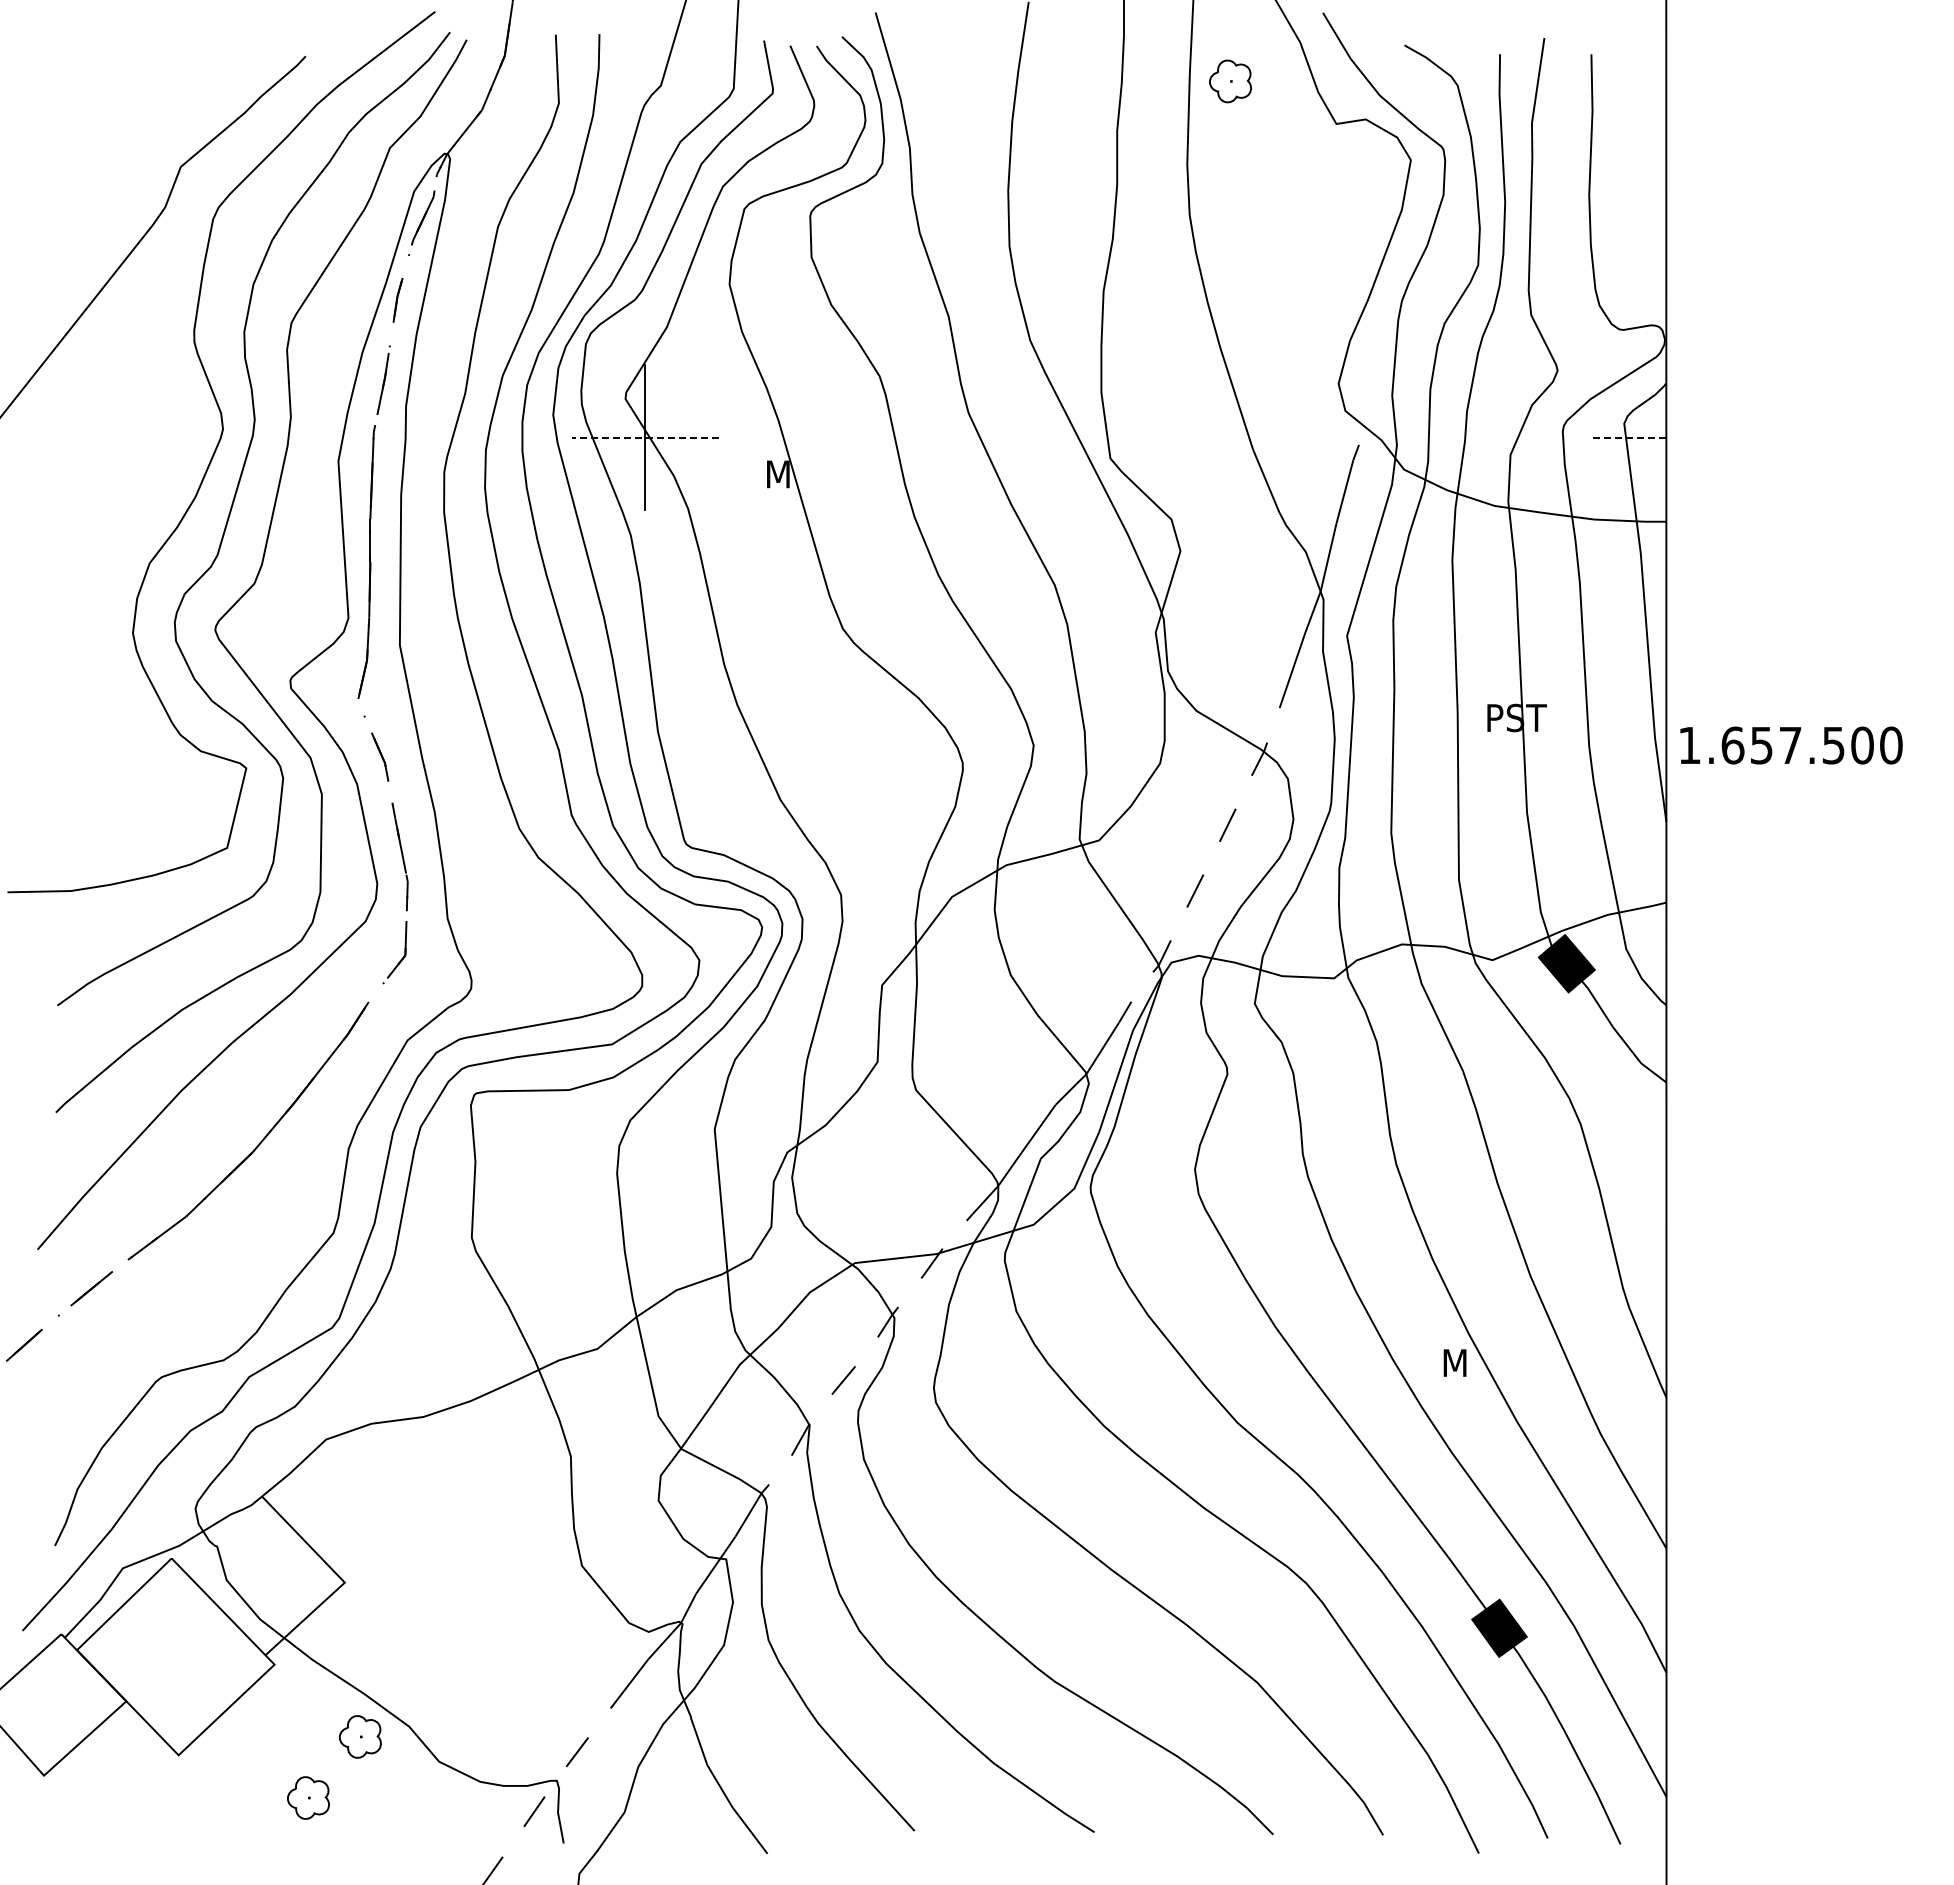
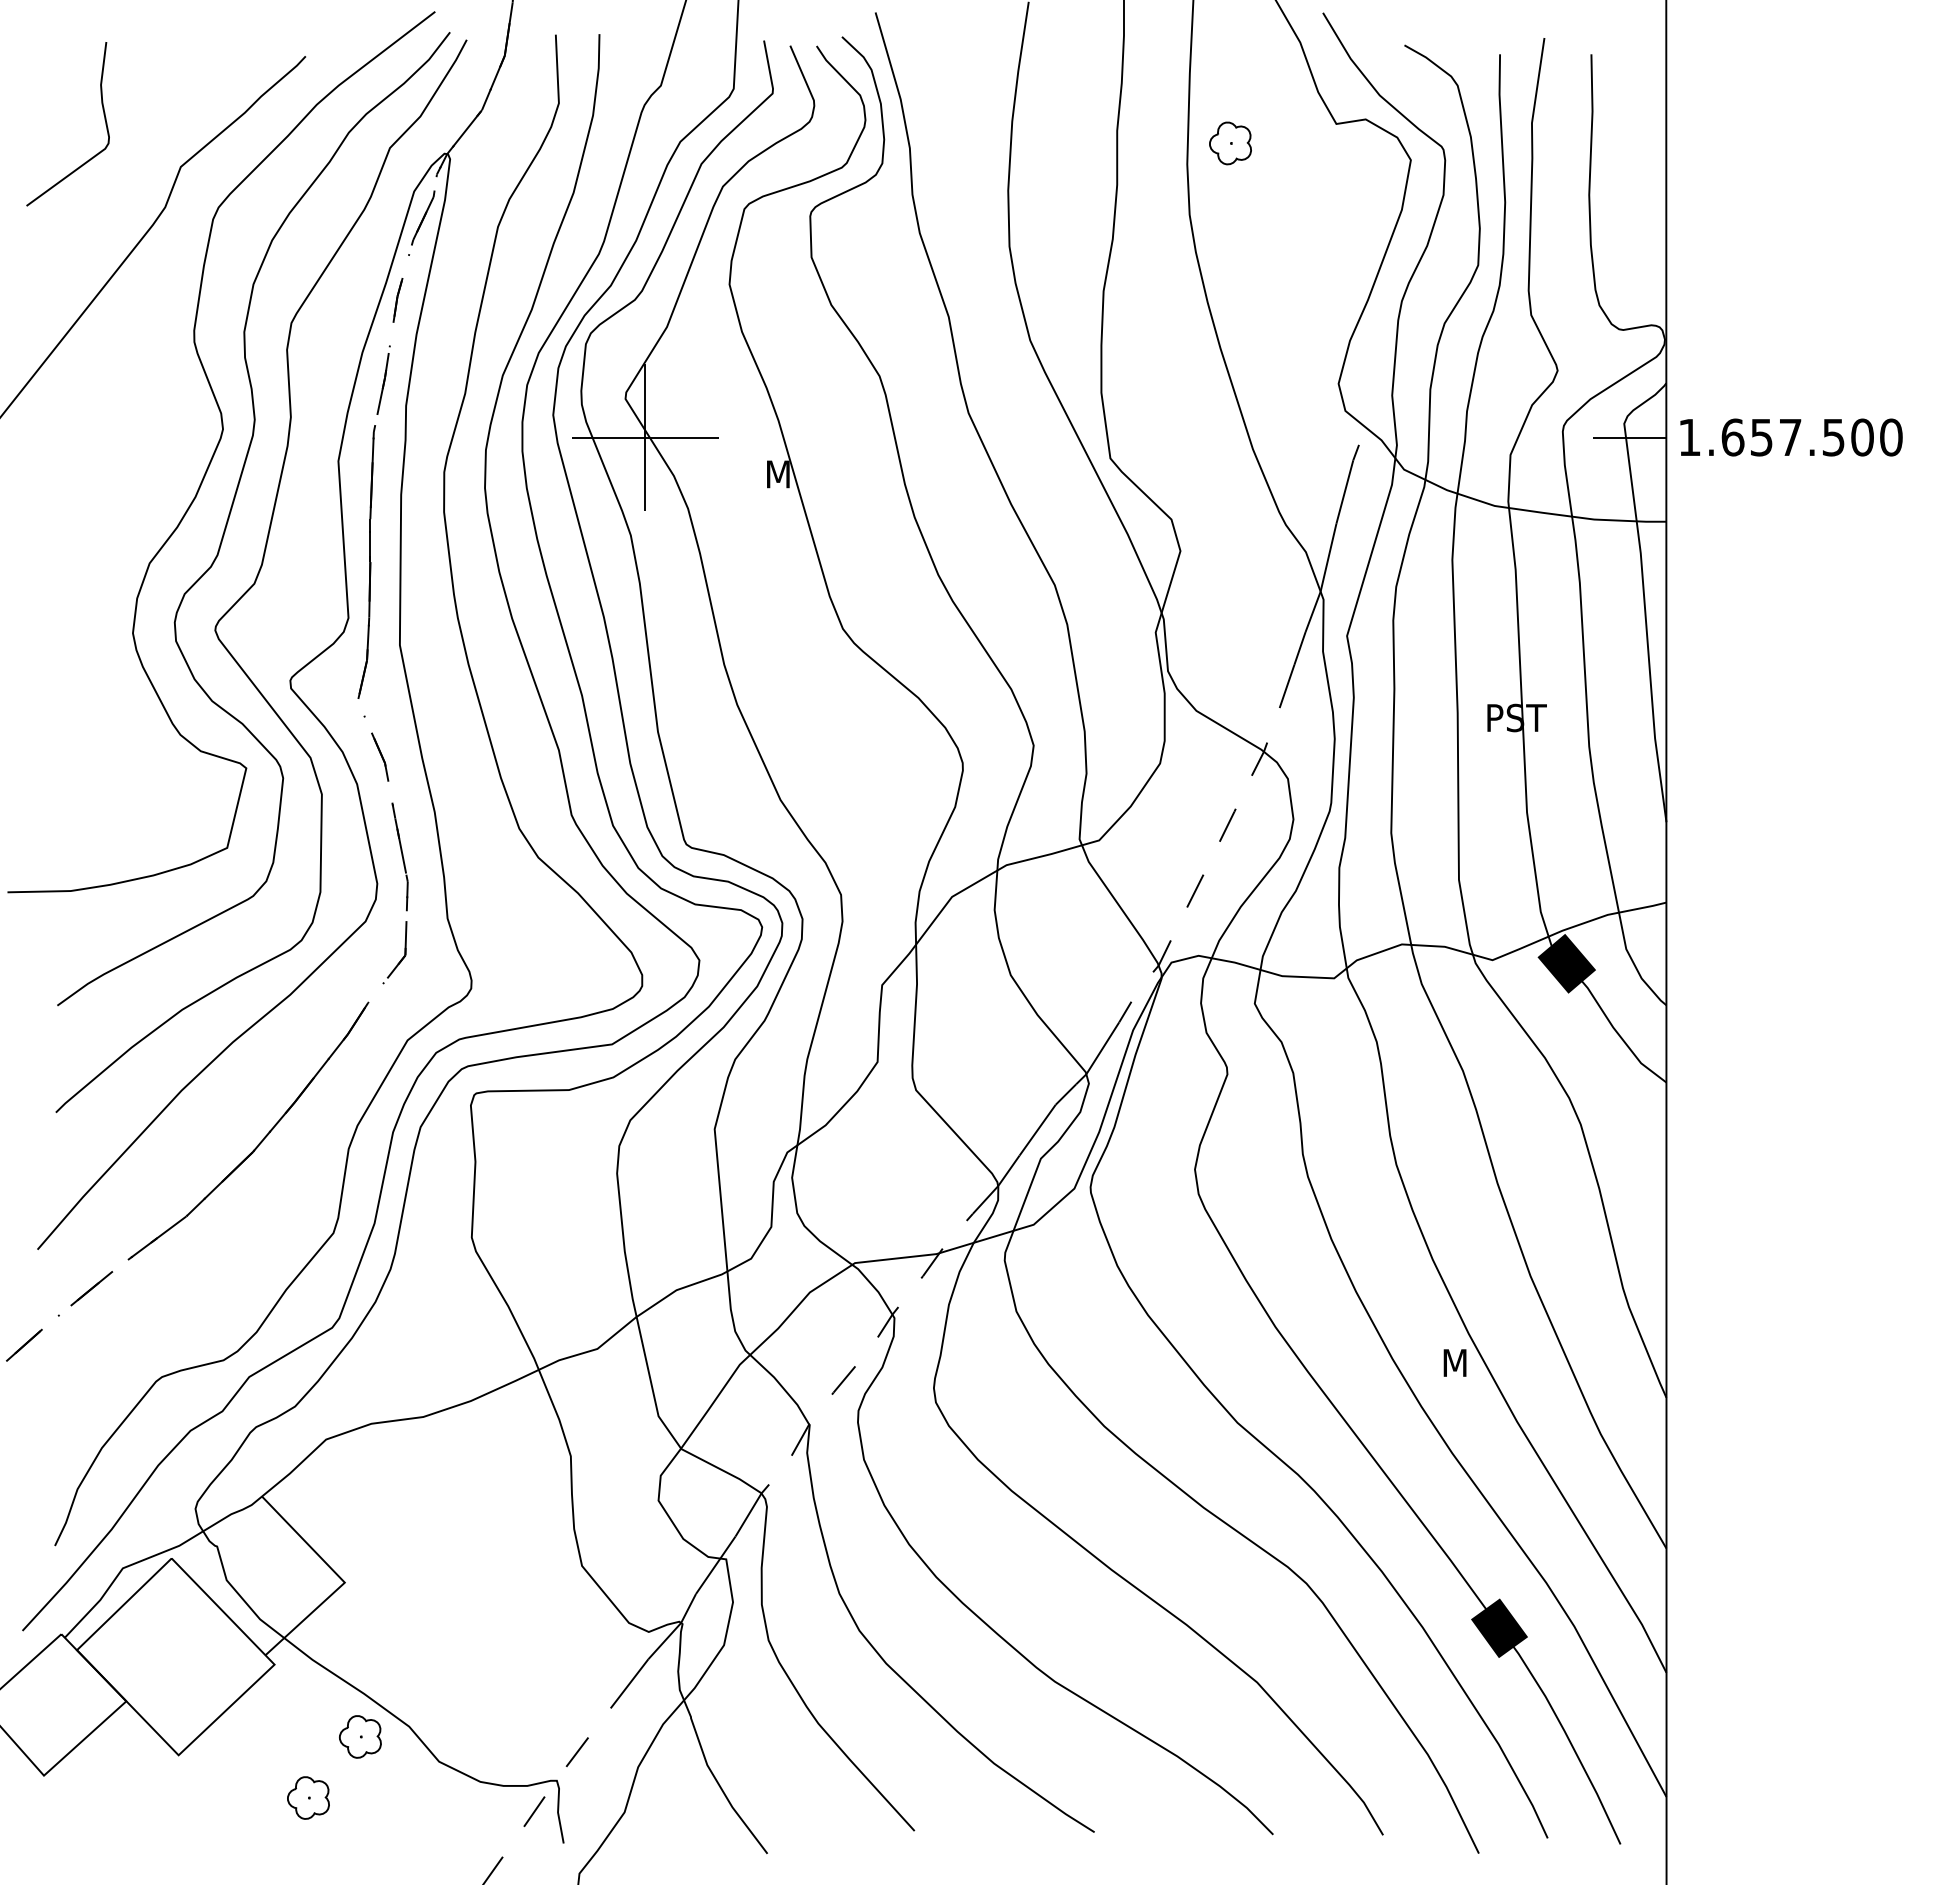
part at (1230, 81) position: (1230, 81) -> (1230, 143)
curve at (103, 115): none -> present
line at (644, 437): dashed -> solid
line at (1629, 437): dashed -> solid
text at (1791, 745) position: (1791, 745) -> (1791, 437)
